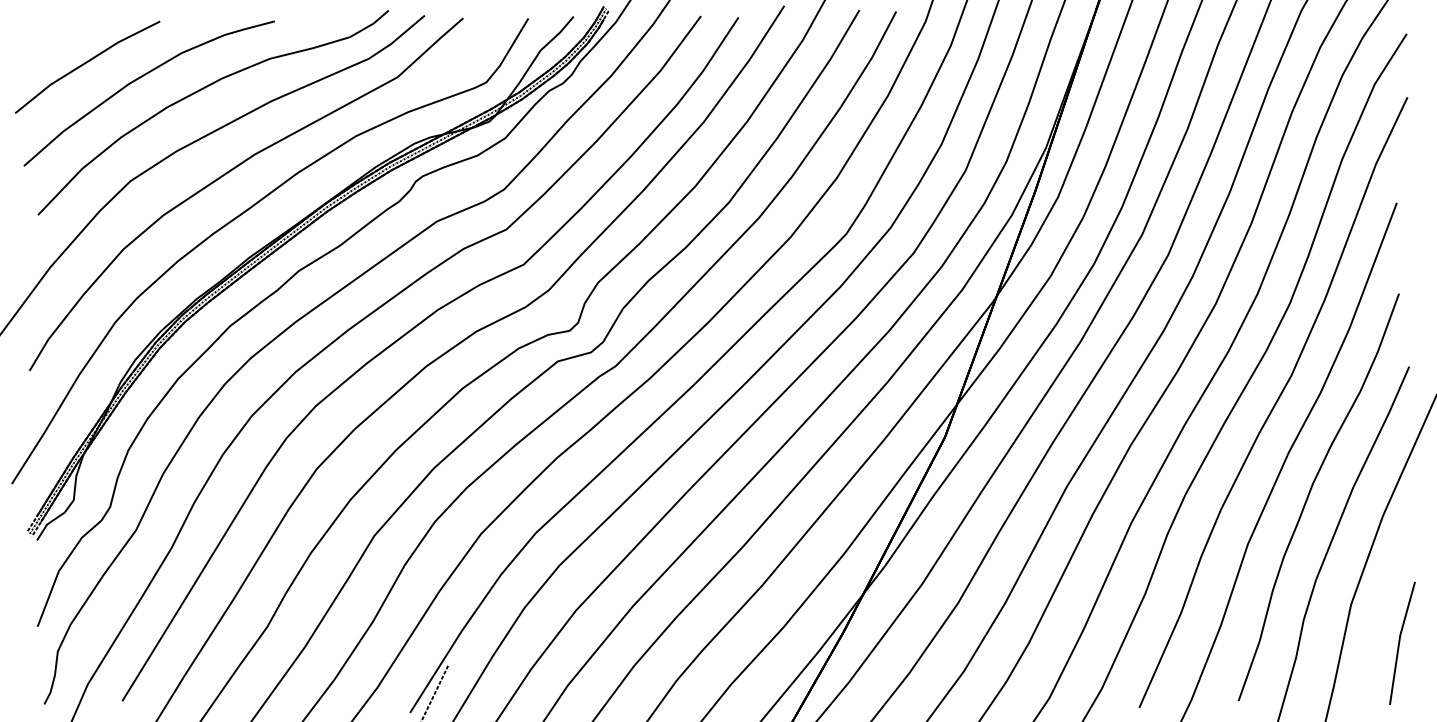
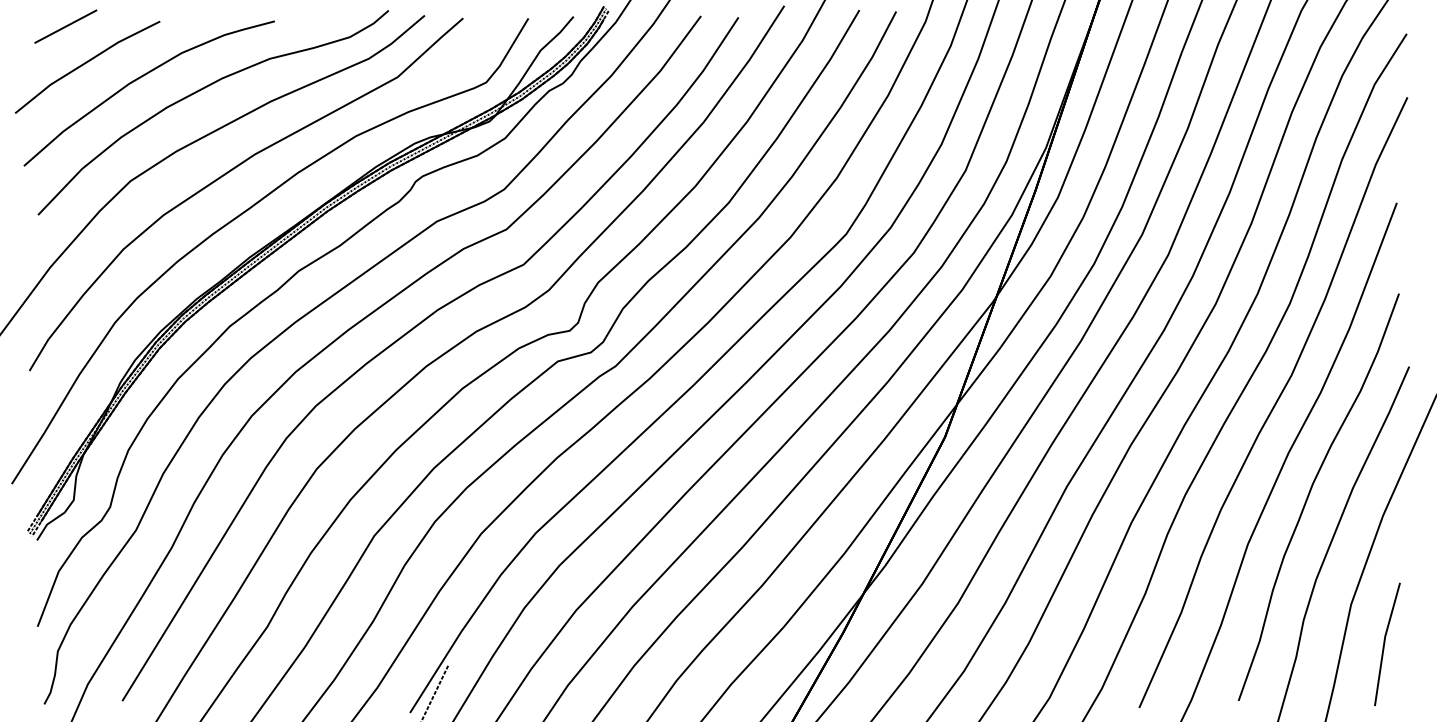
line at (65, 26): none -> present
line at (1400, 642) position: (1400, 642) -> (1385, 643)
